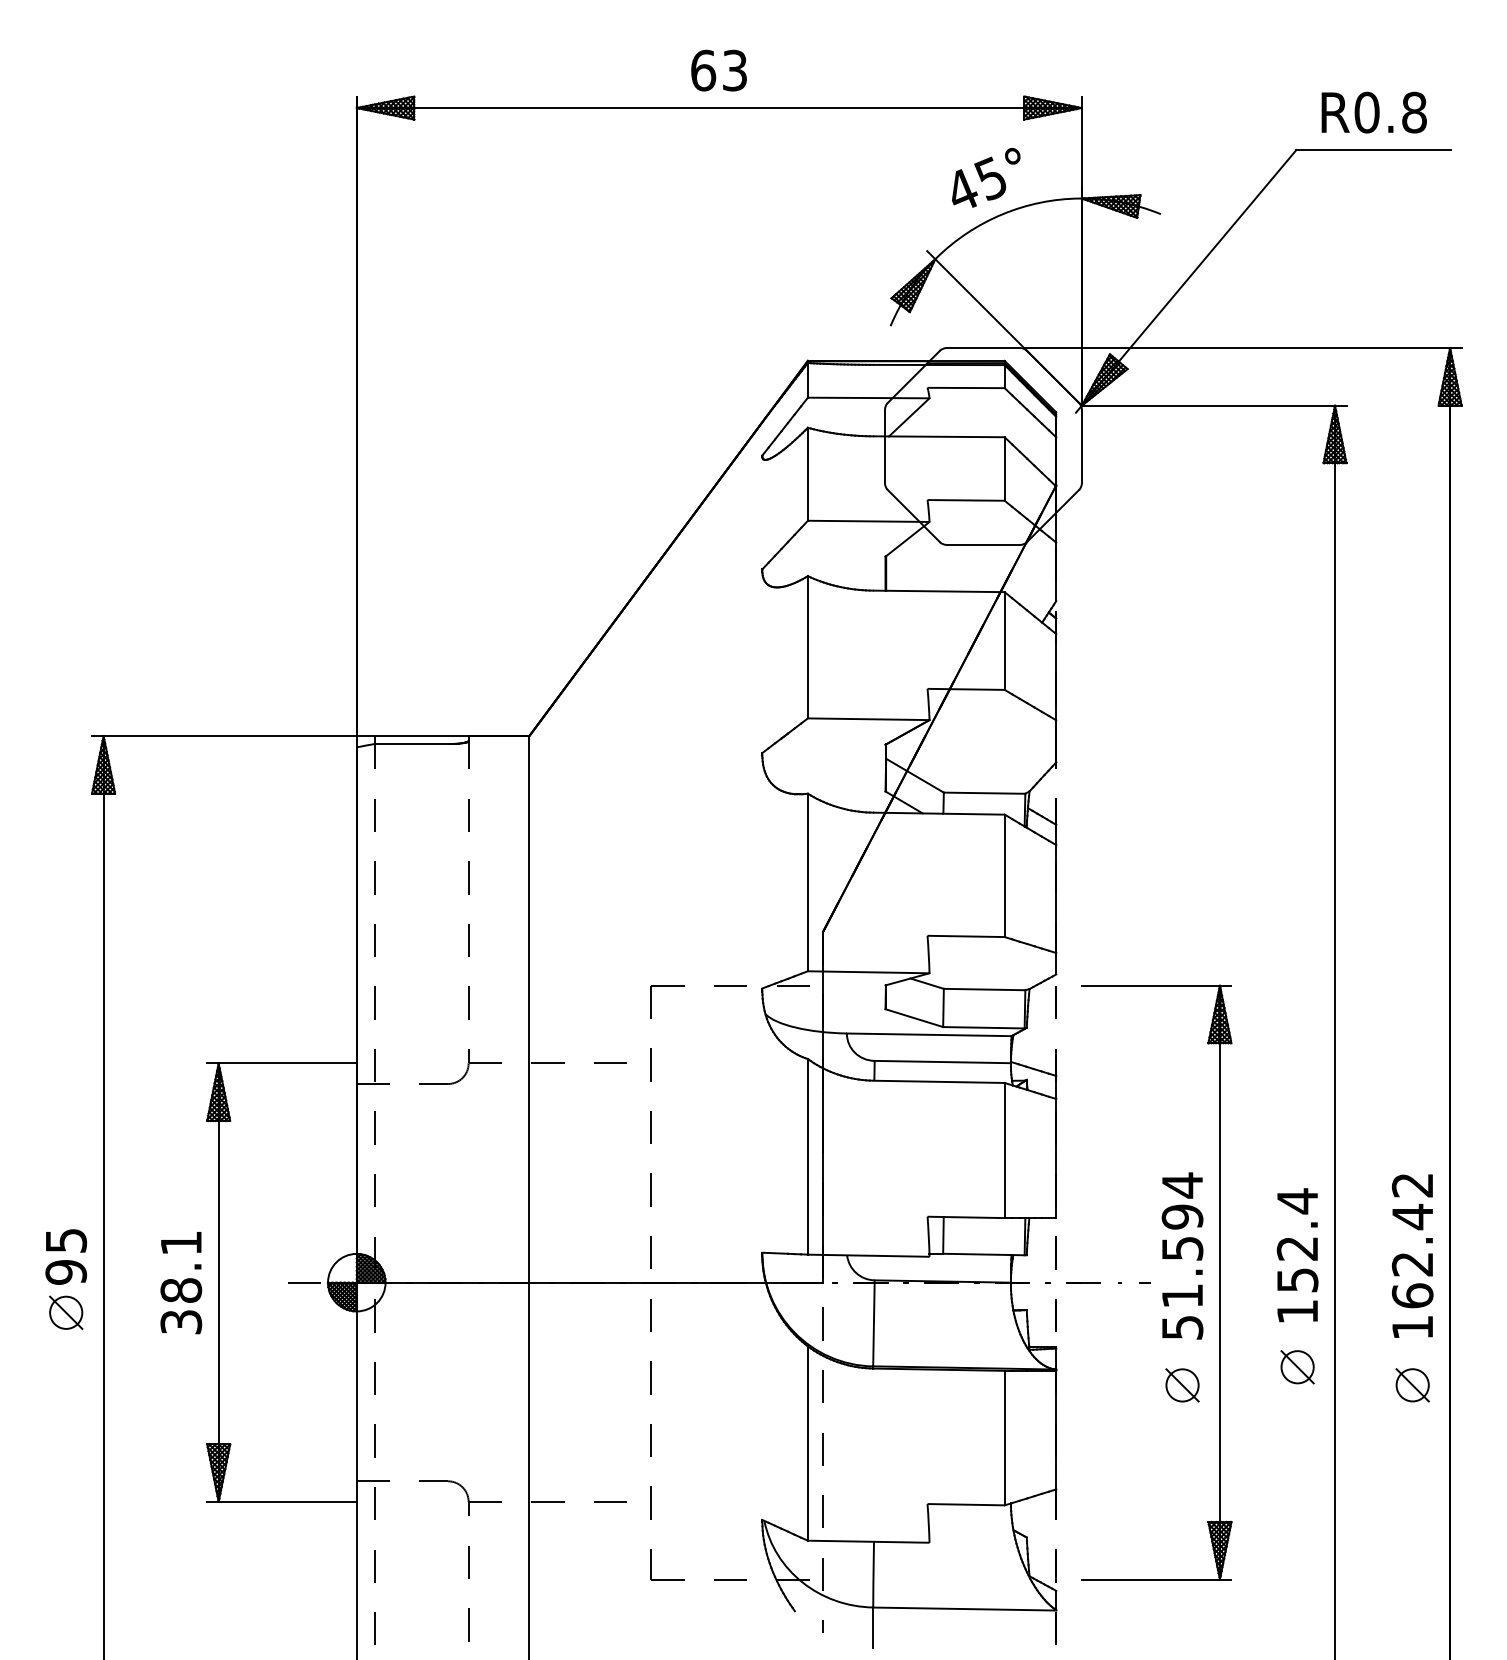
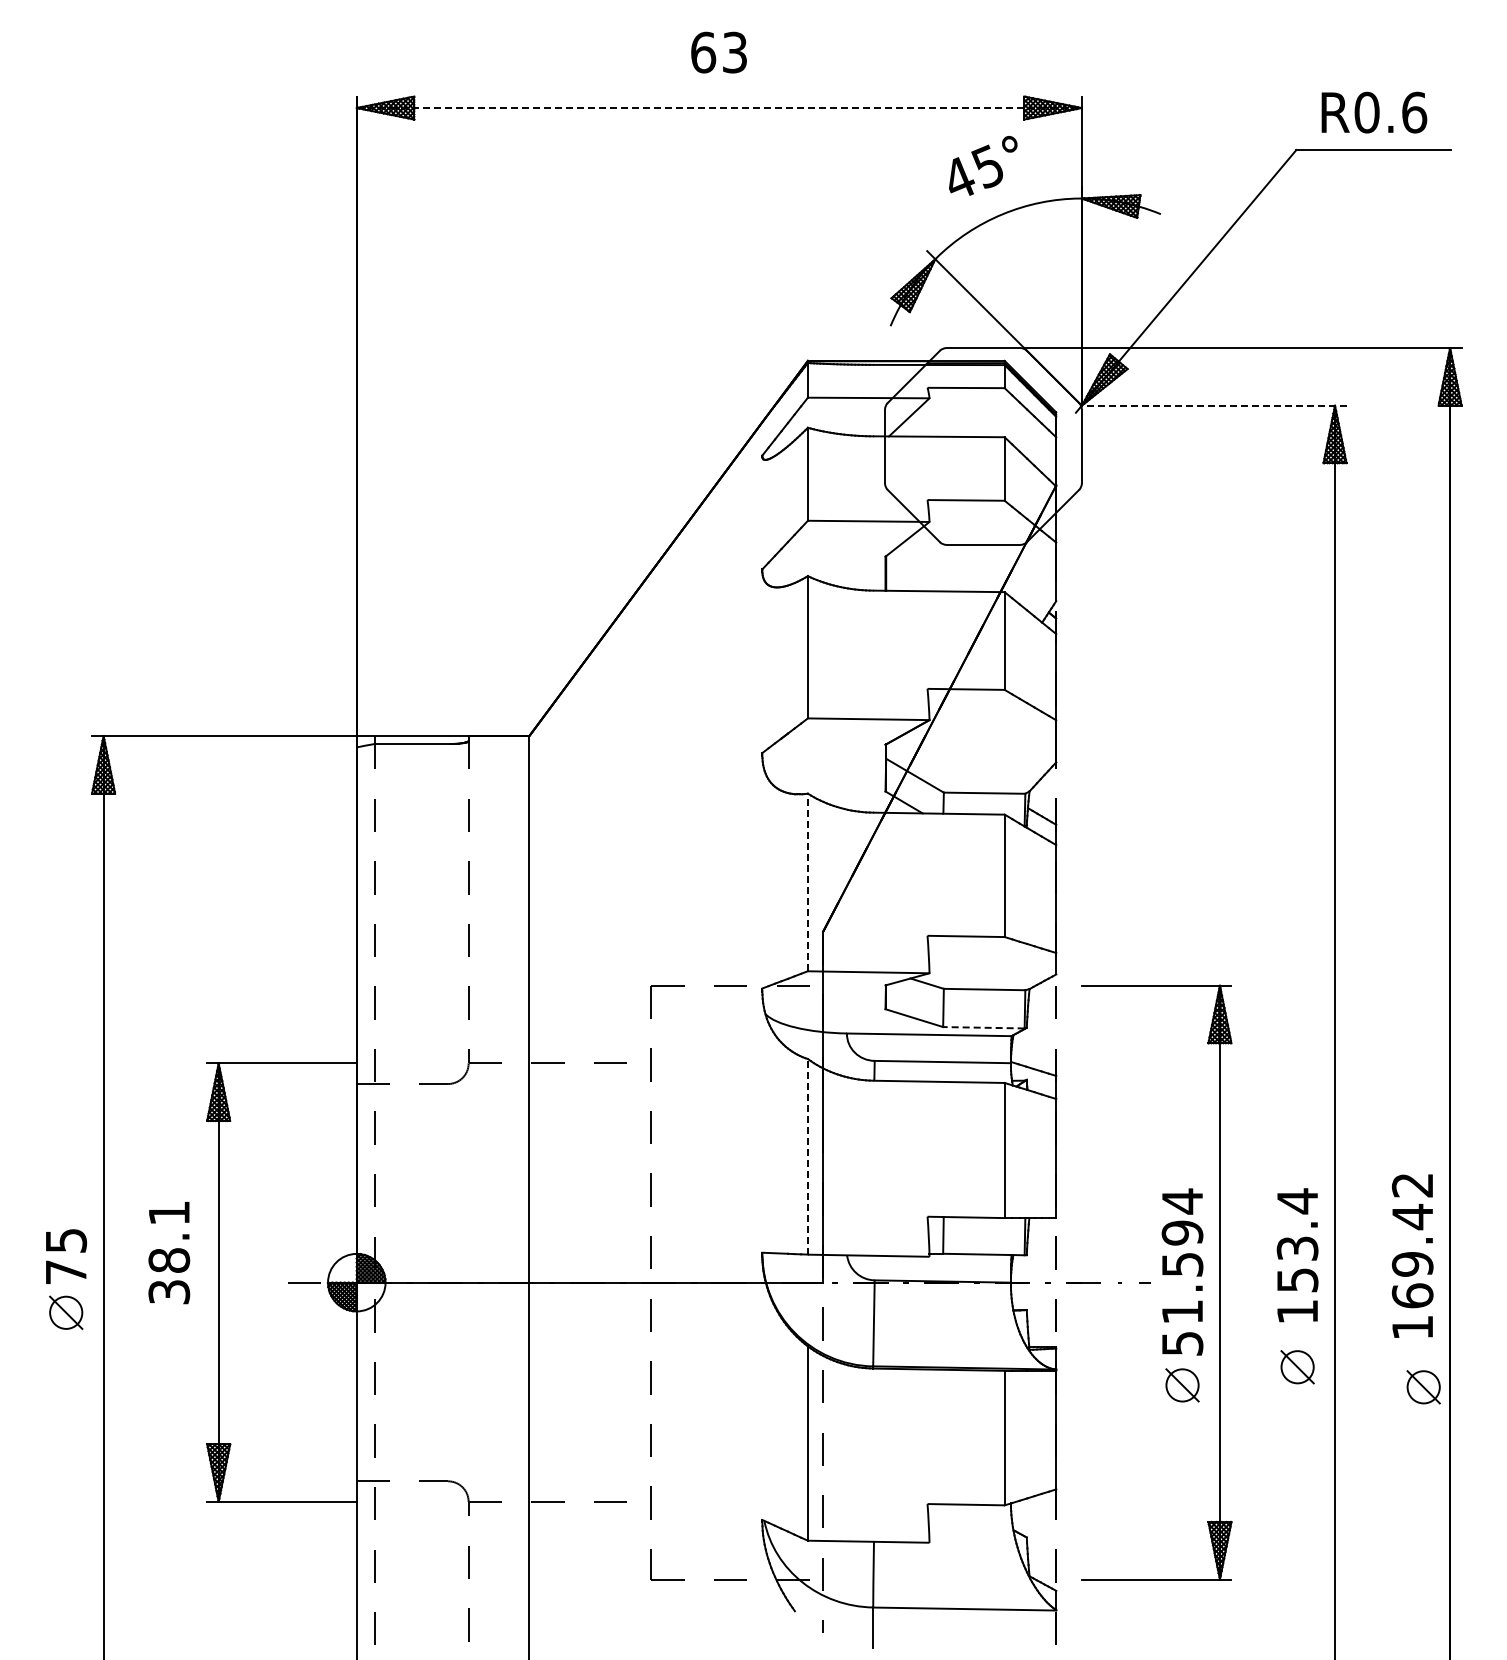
text at (718, 70) position: (718, 70) -> (718, 52)
line at (719, 108): solid -> dashed
text at (1414, 112): R0.8 -> R0.6
text at (986, 177) position: (986, 177) -> (983, 165)
line at (1213, 405): solid -> dashed
line at (807, 882): solid -> dashed
line at (983, 1027): solid -> dashed
line at (807, 1156): solid -> dashed
text at (1297, 1248): 152.4 -> 153.4
text at (1182, 1255) position: (1182, 1255) -> (1182, 1271)
text at (1412, 1264): 162.42 -> 169.42
text at (66, 1272): 95 -> 75
text at (181, 1283) position: (181, 1283) -> (169, 1253)
part at (1412, 1385) position: (1412, 1385) -> (1423, 1387)
